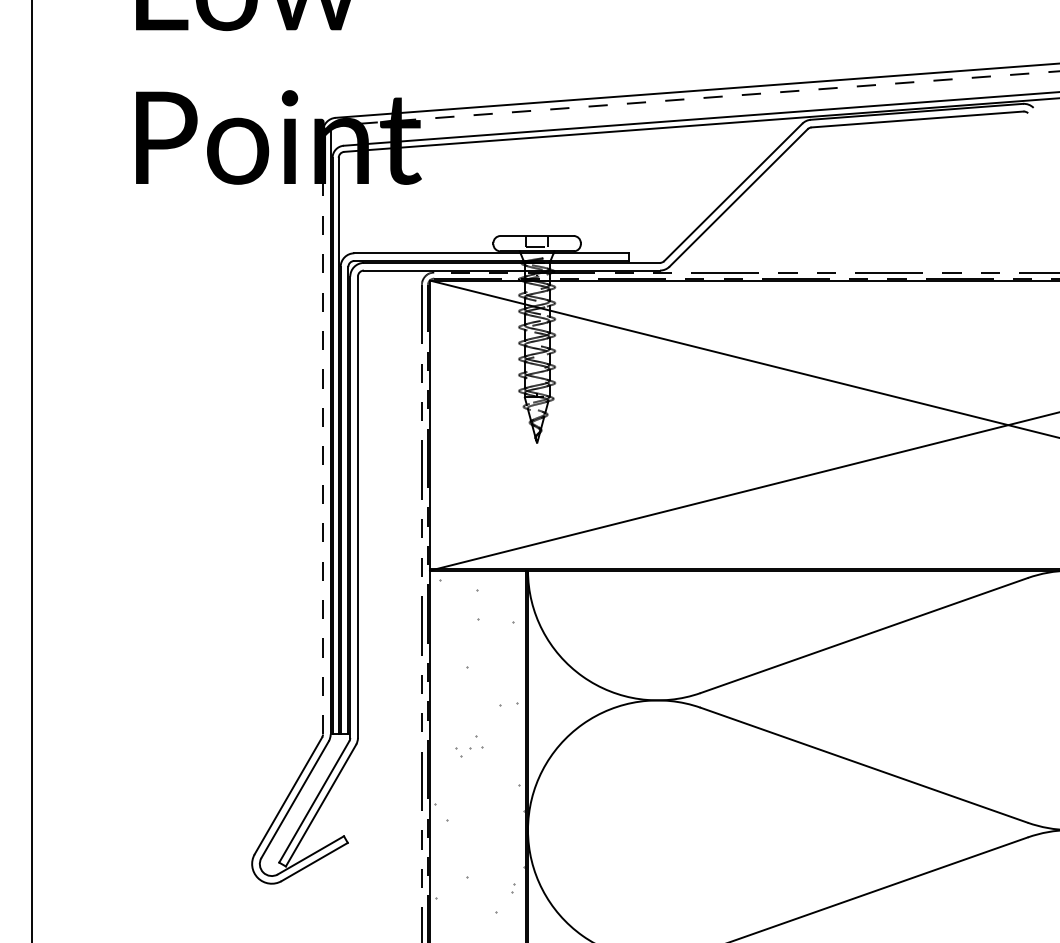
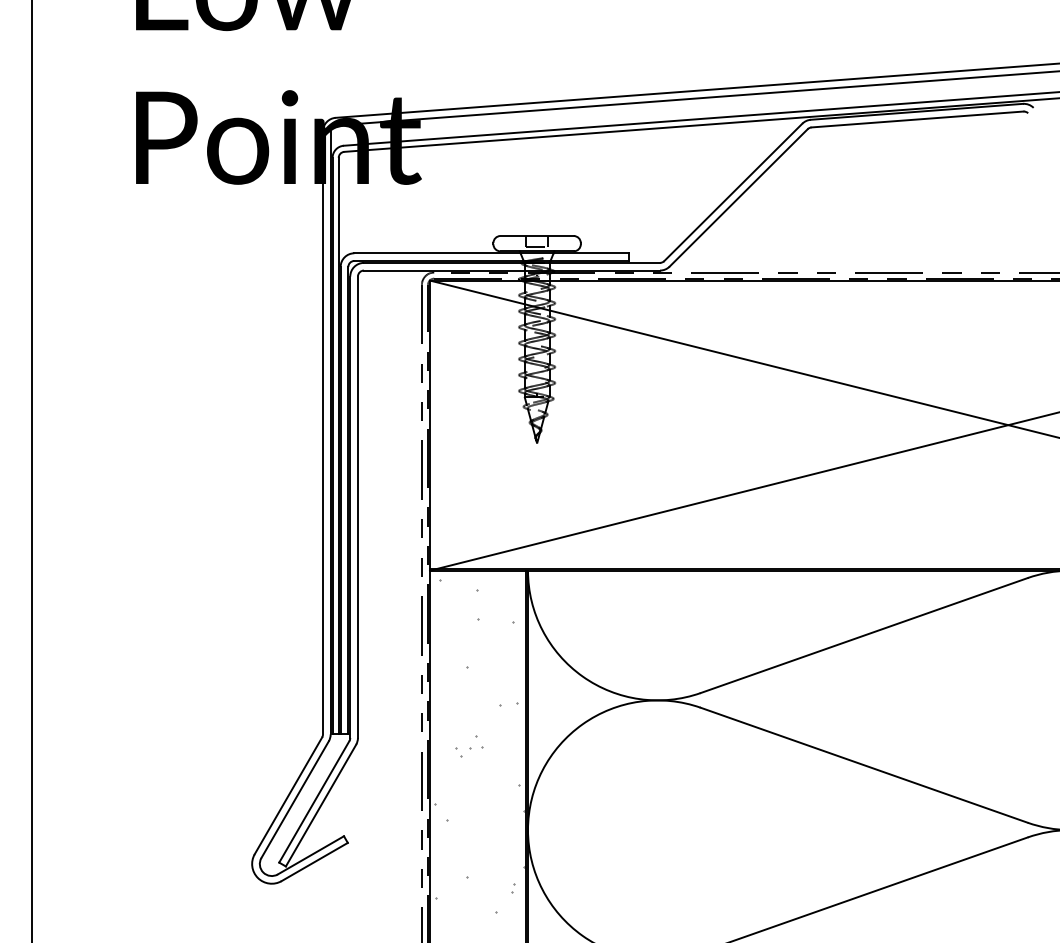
line at (698, 98): dashed -> solid
line at (322, 432): dashed -> solid
